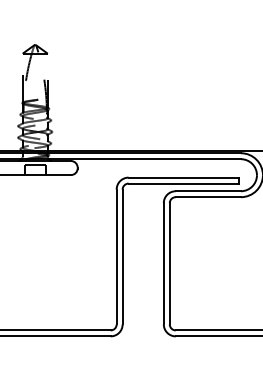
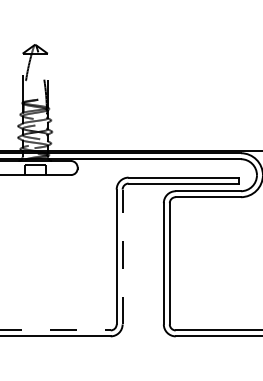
line at (122, 256): solid -> dashed
line at (55, 330): solid -> dashed
